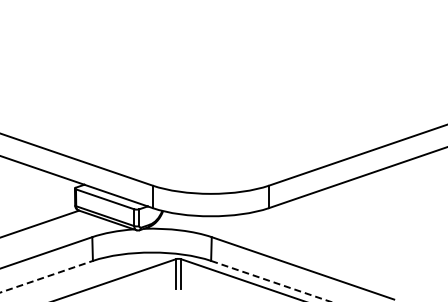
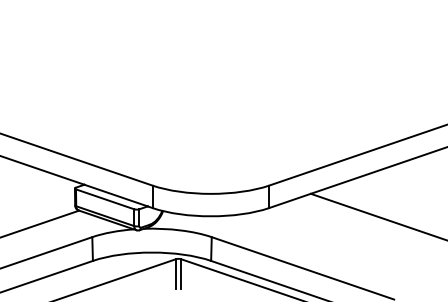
line at (377, 216): none -> present
line at (46, 276): dashed -> solid
line at (271, 281): dashed -> solid
